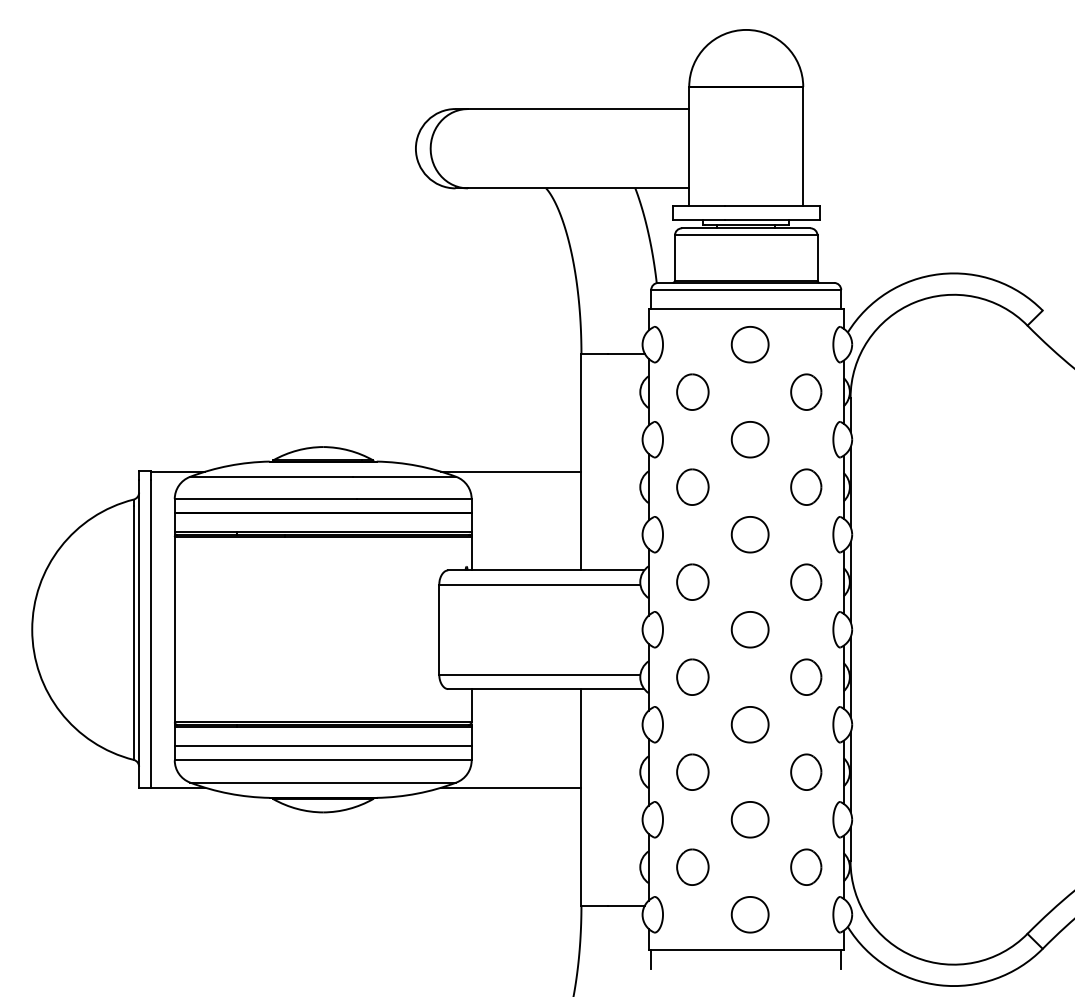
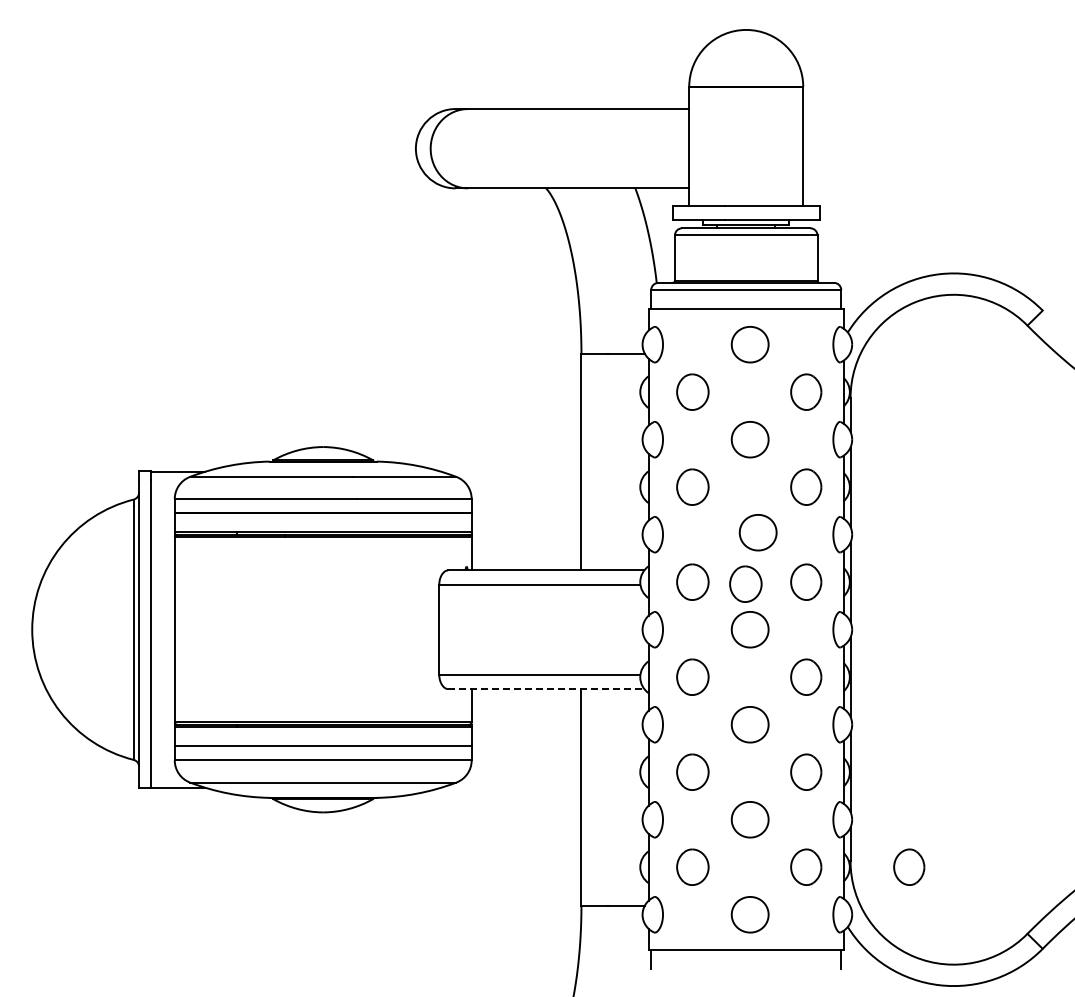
line at (511, 471): present -> none
part at (749, 534) position: (749, 534) -> (757, 532)
part at (745, 583): none -> present
line at (546, 689): solid -> dashed
line at (511, 787): present -> none
part at (909, 866): none -> present
